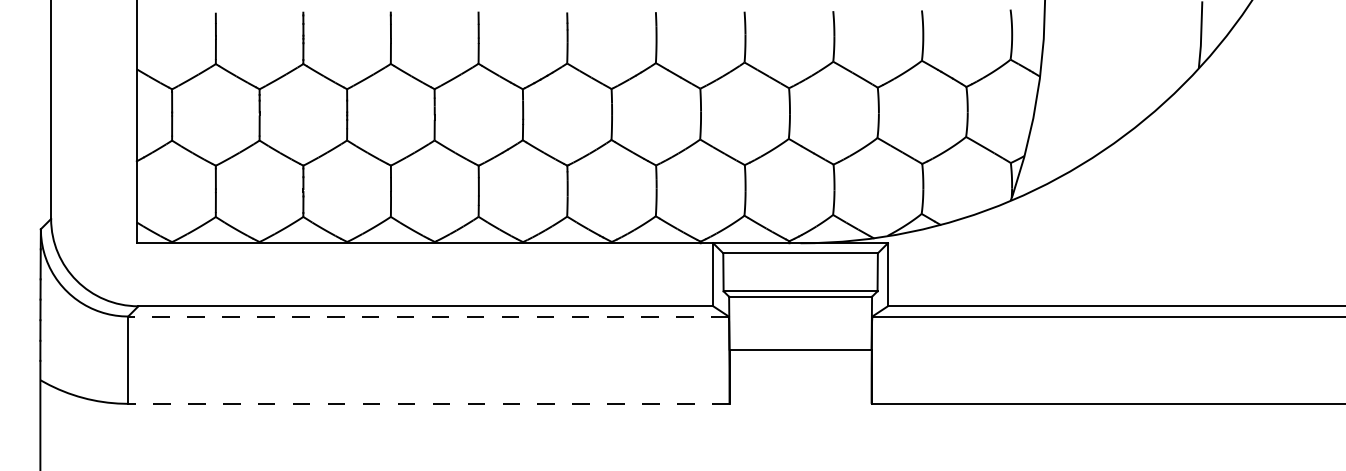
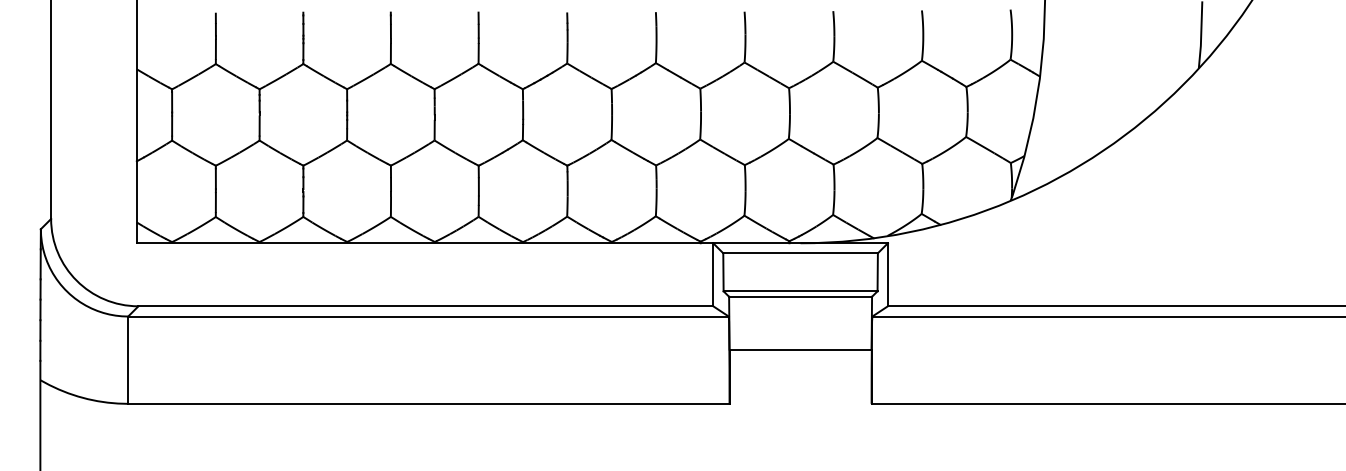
line at (428, 316): dashed -> solid
line at (428, 403): dashed -> solid
